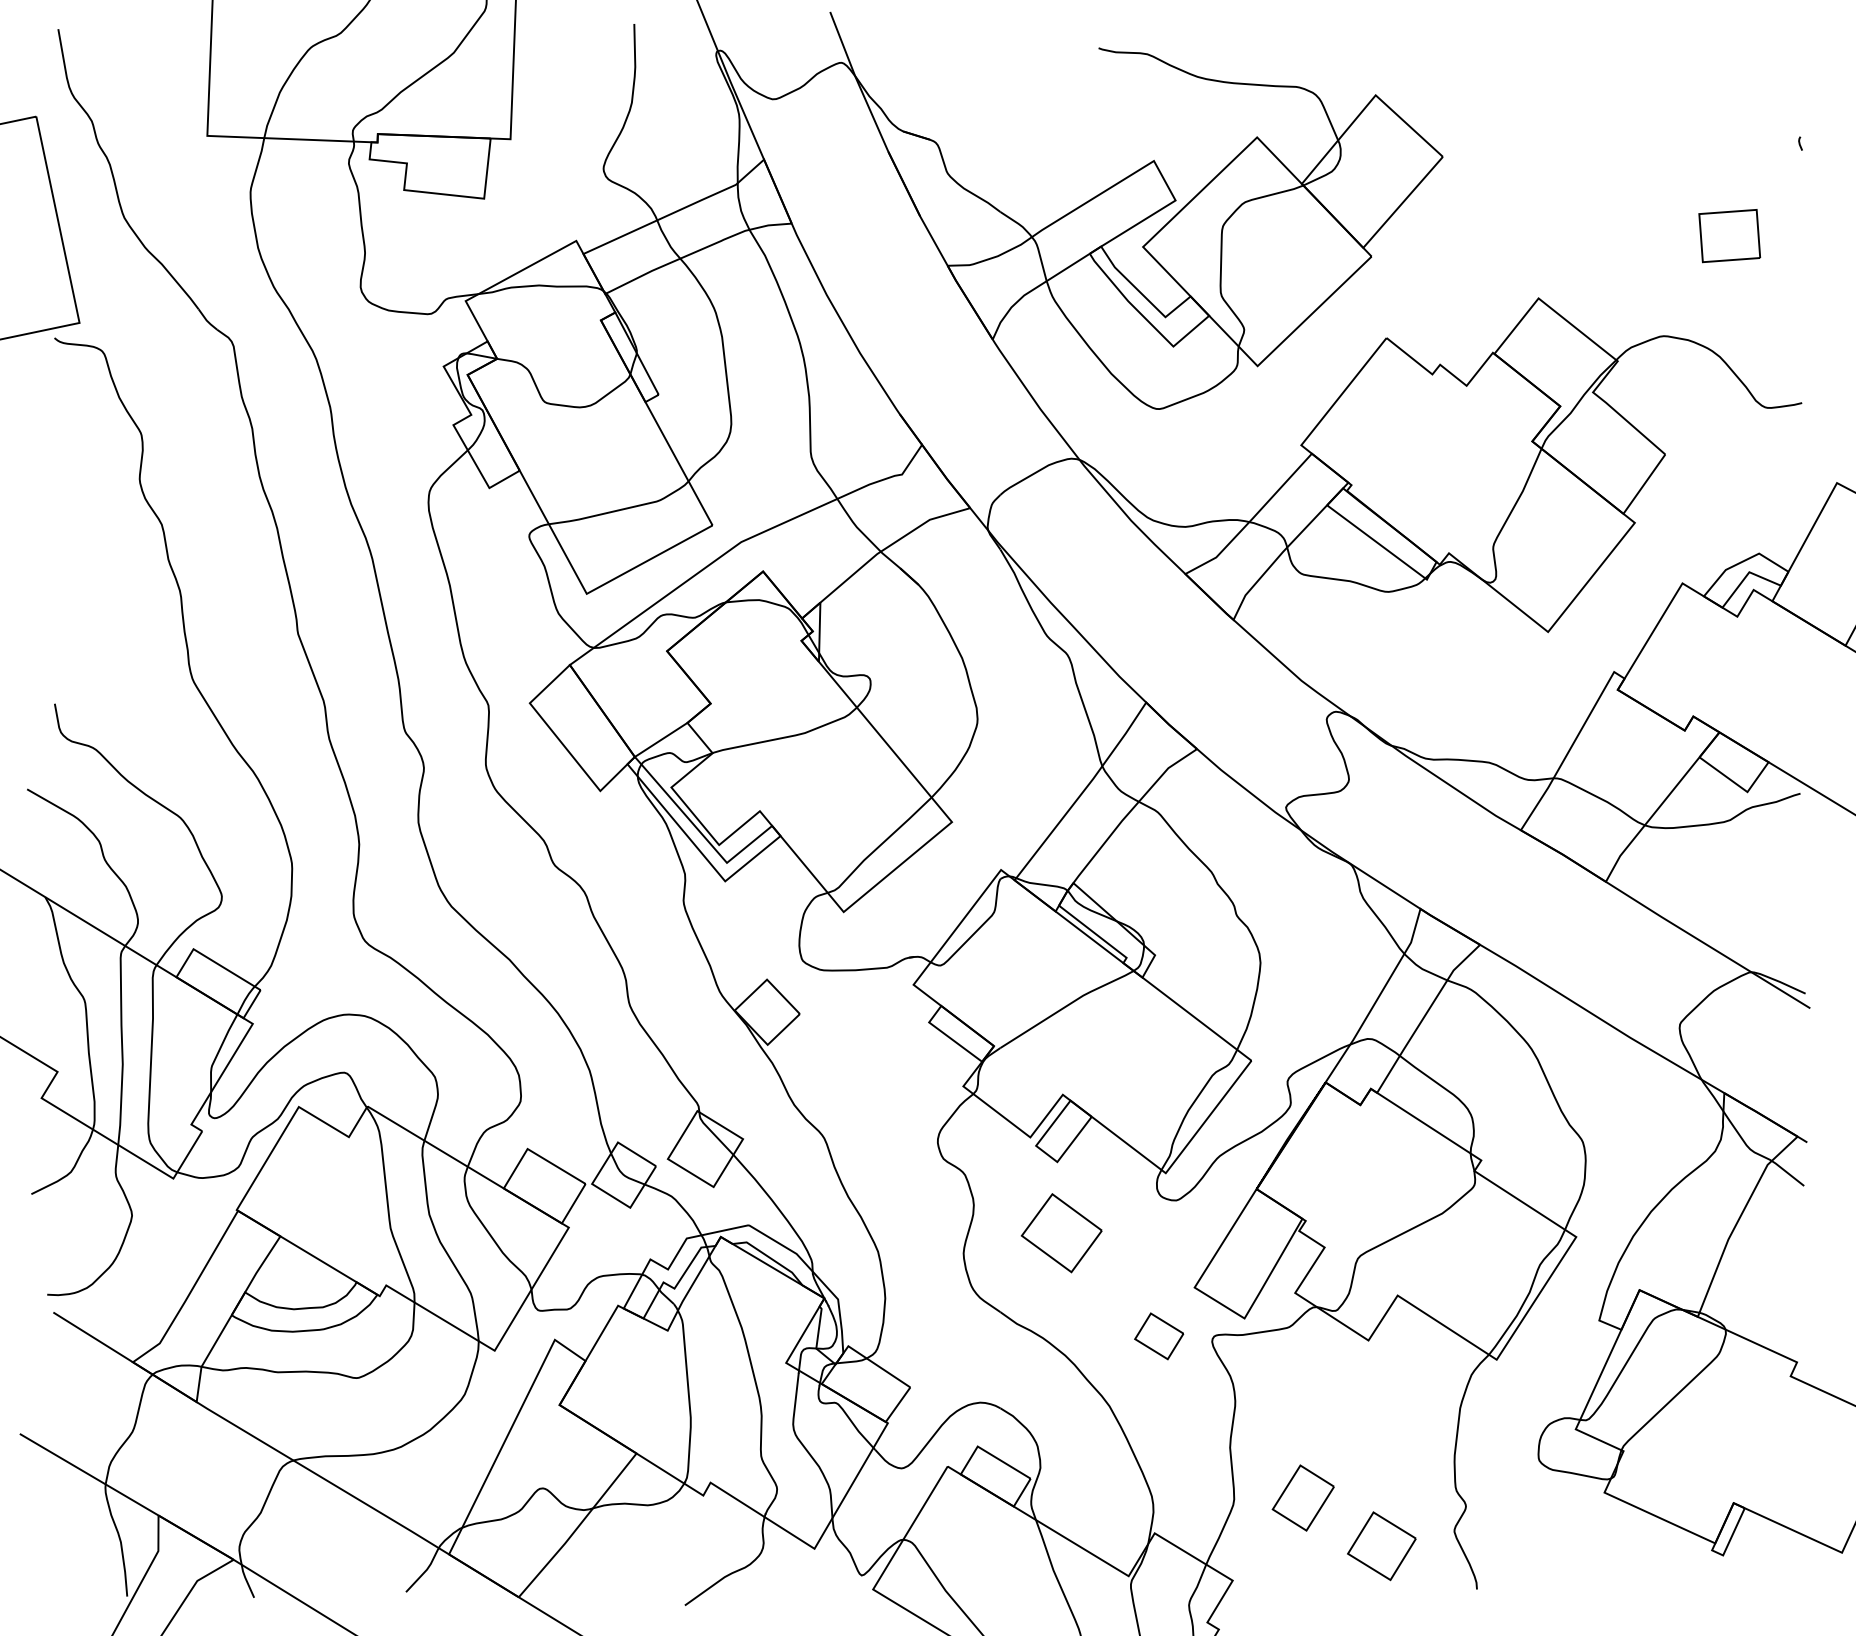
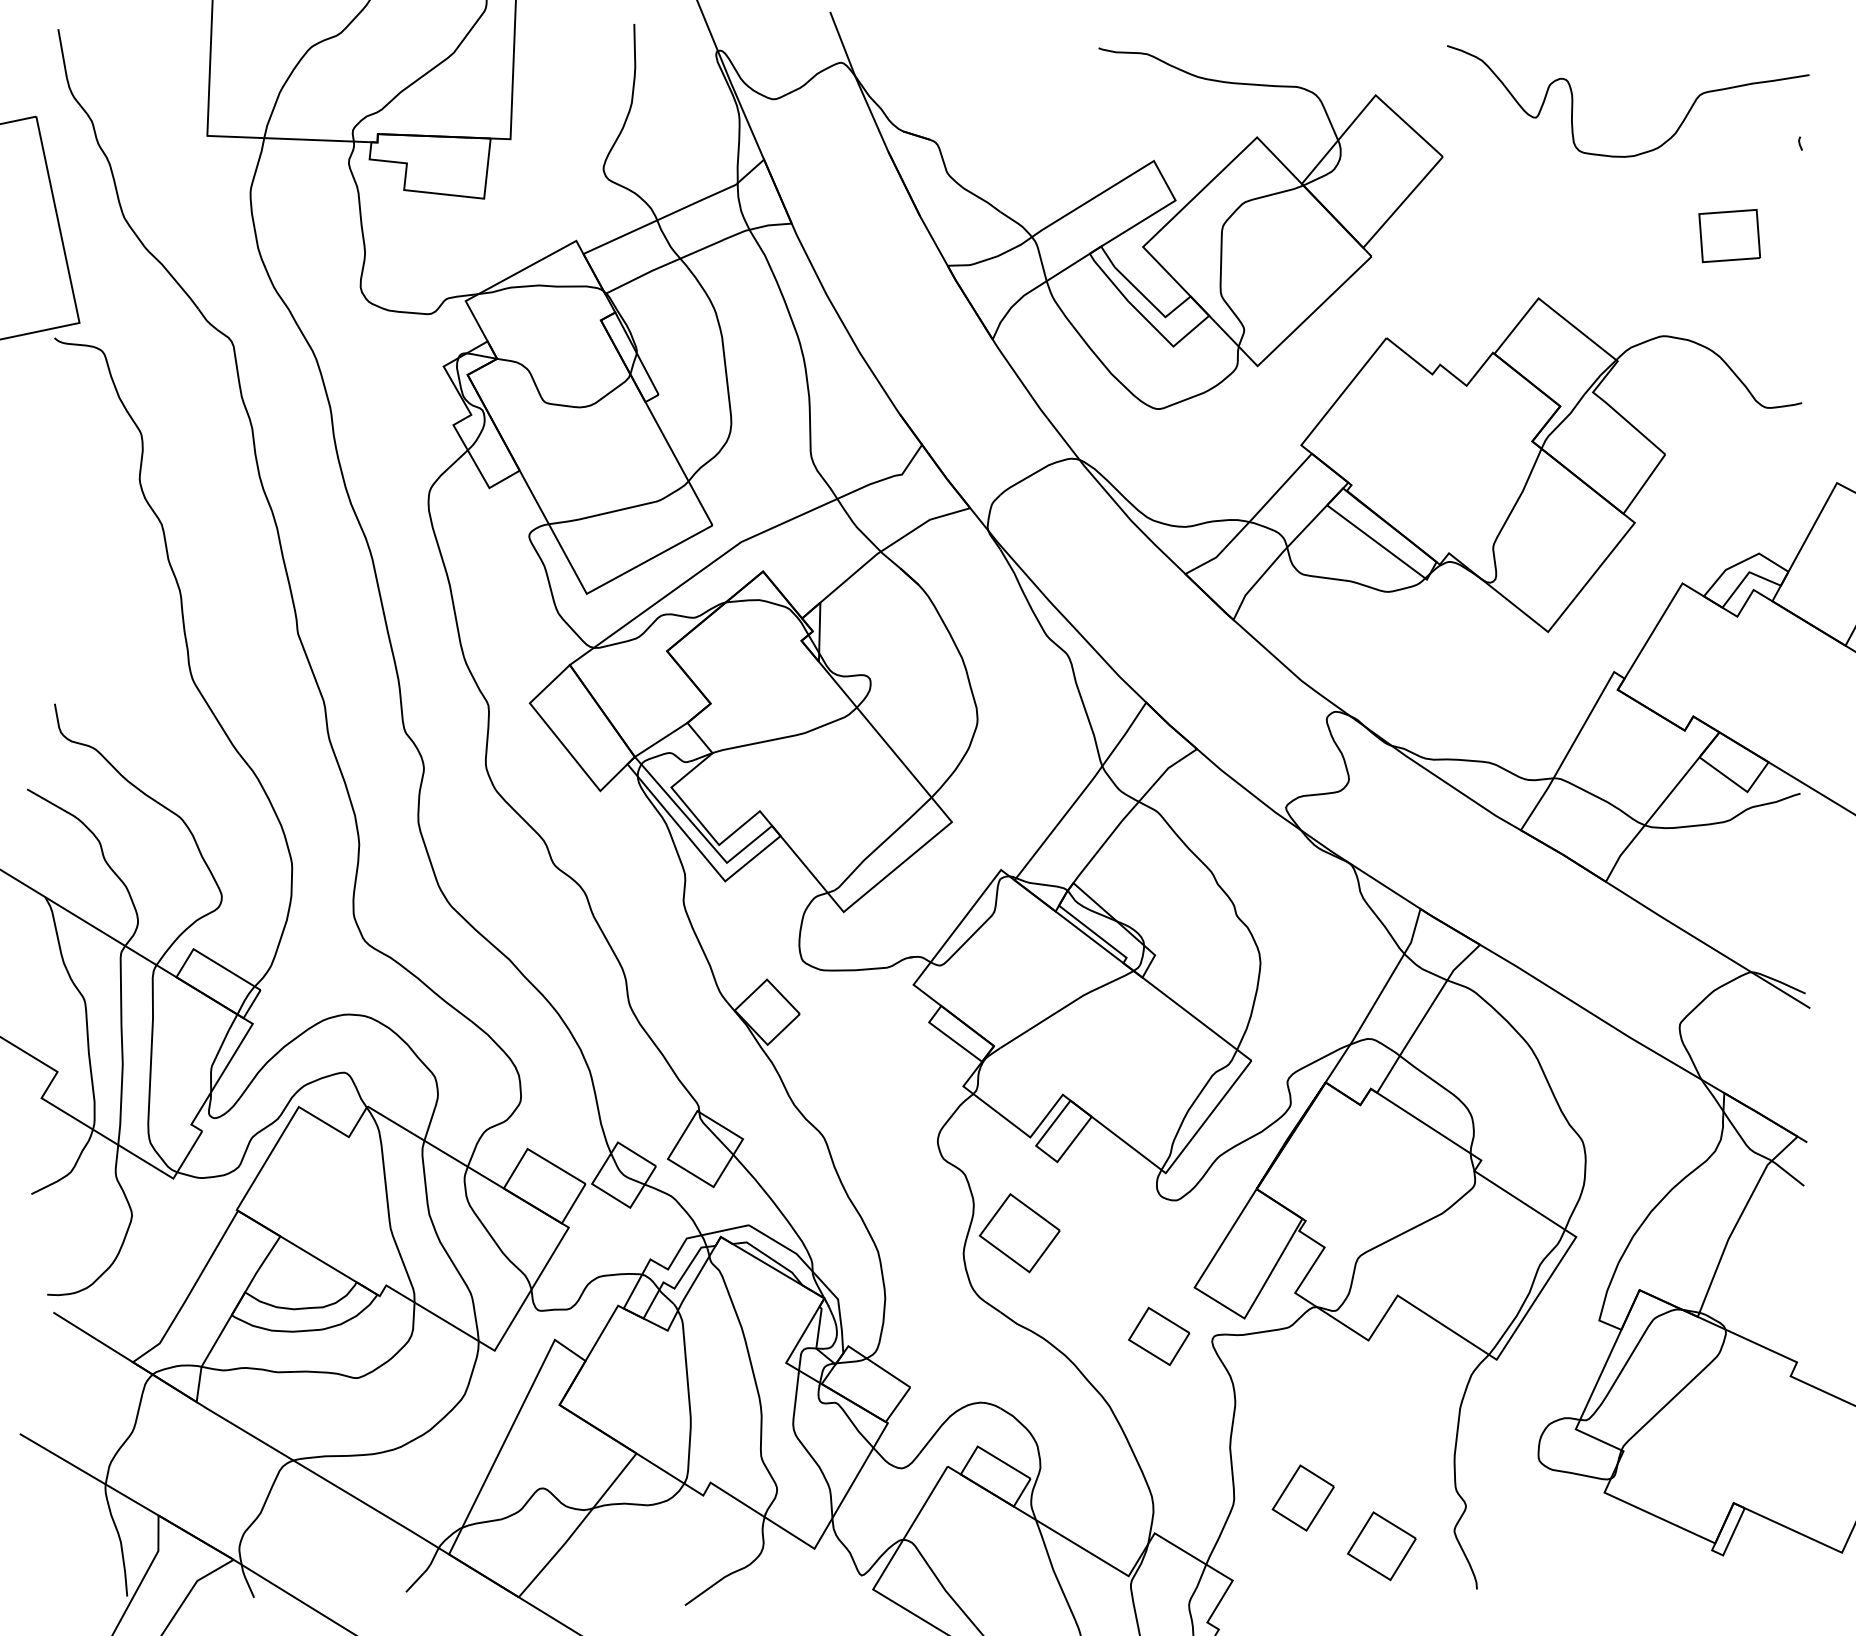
curve at (1644, 151): none -> present
part at (1061, 1233) position: (1061, 1233) -> (1019, 1233)
part at (1159, 1336) size: 51x49 px -> 63x60 px
